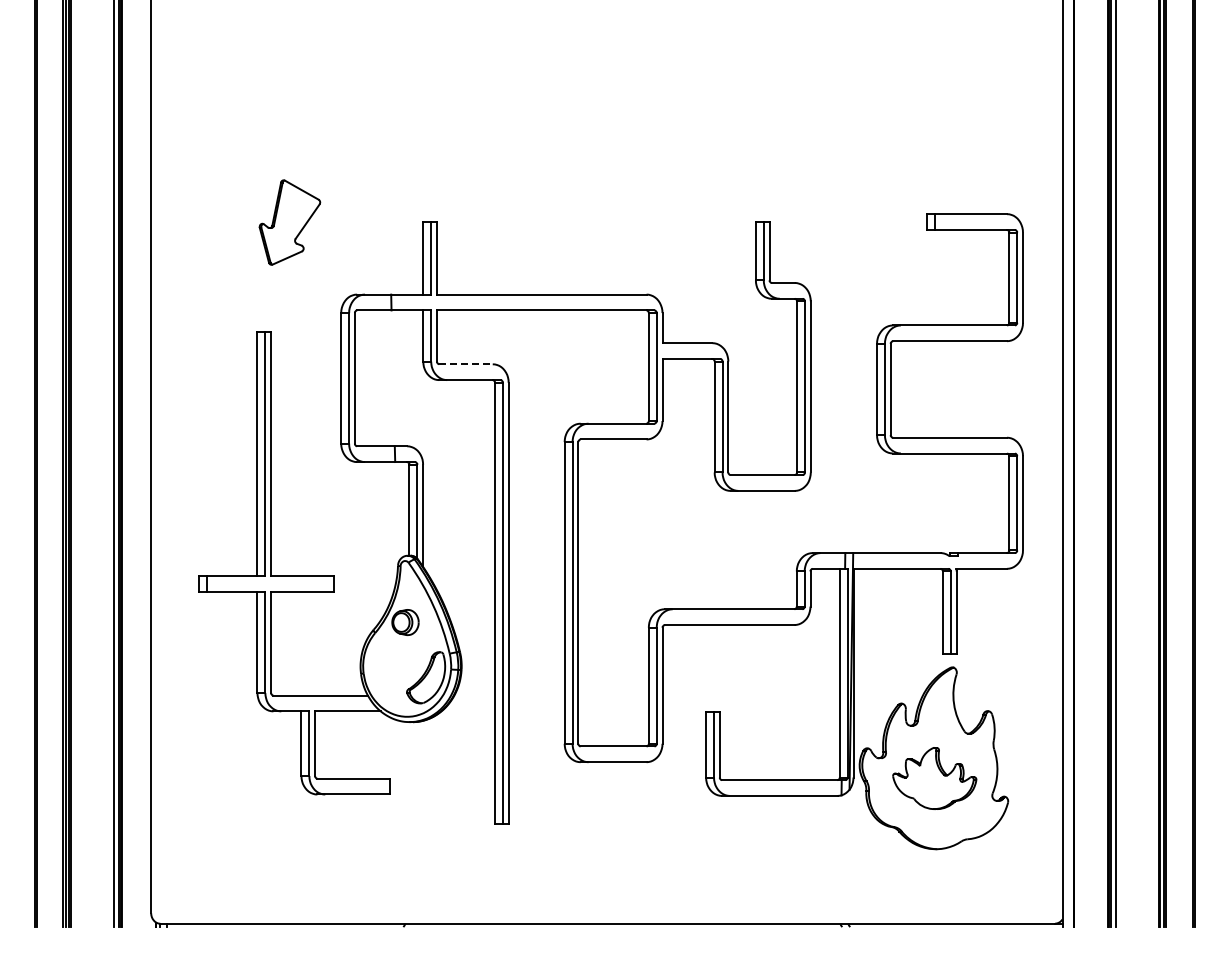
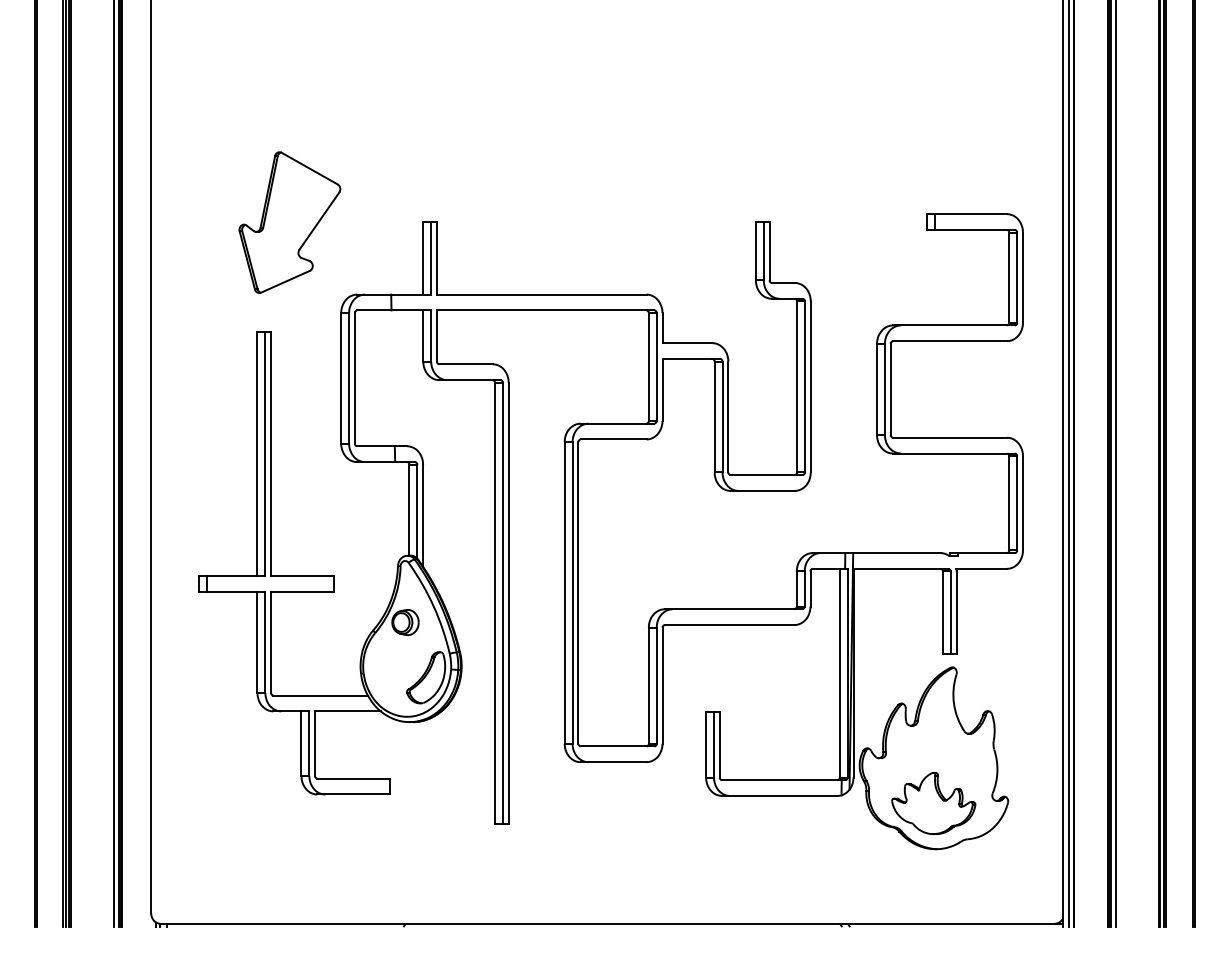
part at (289, 222) size: 64x87 px -> 104x143 px
line at (466, 364): dashed -> solid
line at (1069, 464): none -> present
part at (934, 778) position: (934, 778) -> (933, 803)
